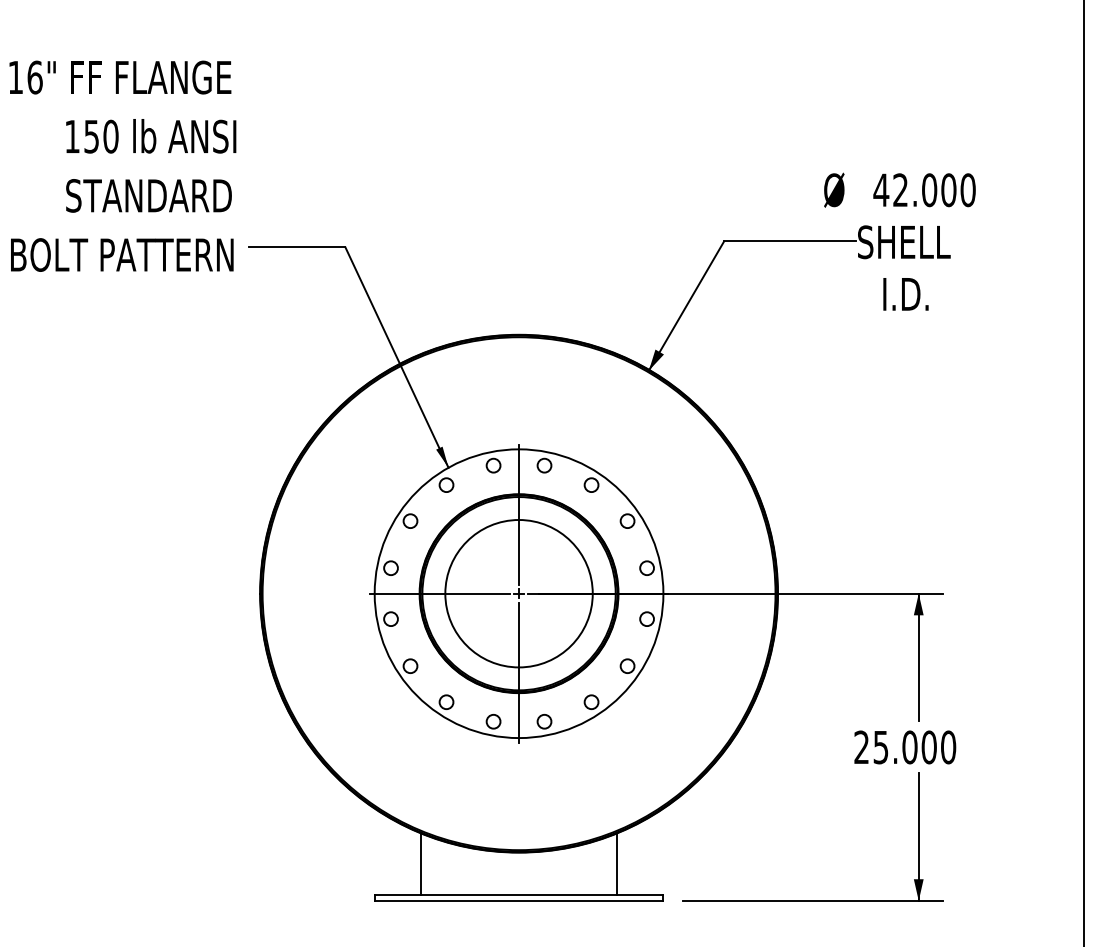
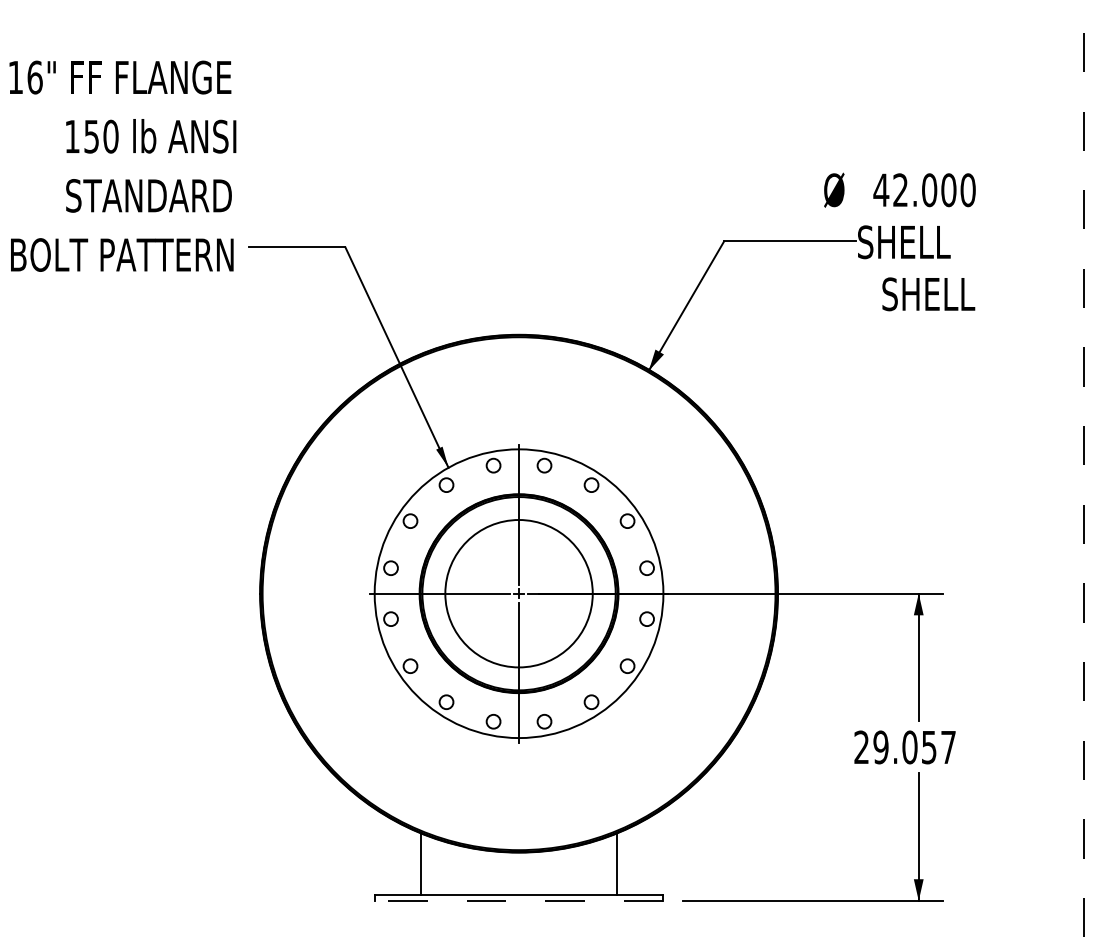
text at (928, 294): I.D. -> SHELL
line at (1084, 473): solid -> dashed
text at (914, 747): 25.000 -> 29.057
line at (518, 900): solid -> dashed
